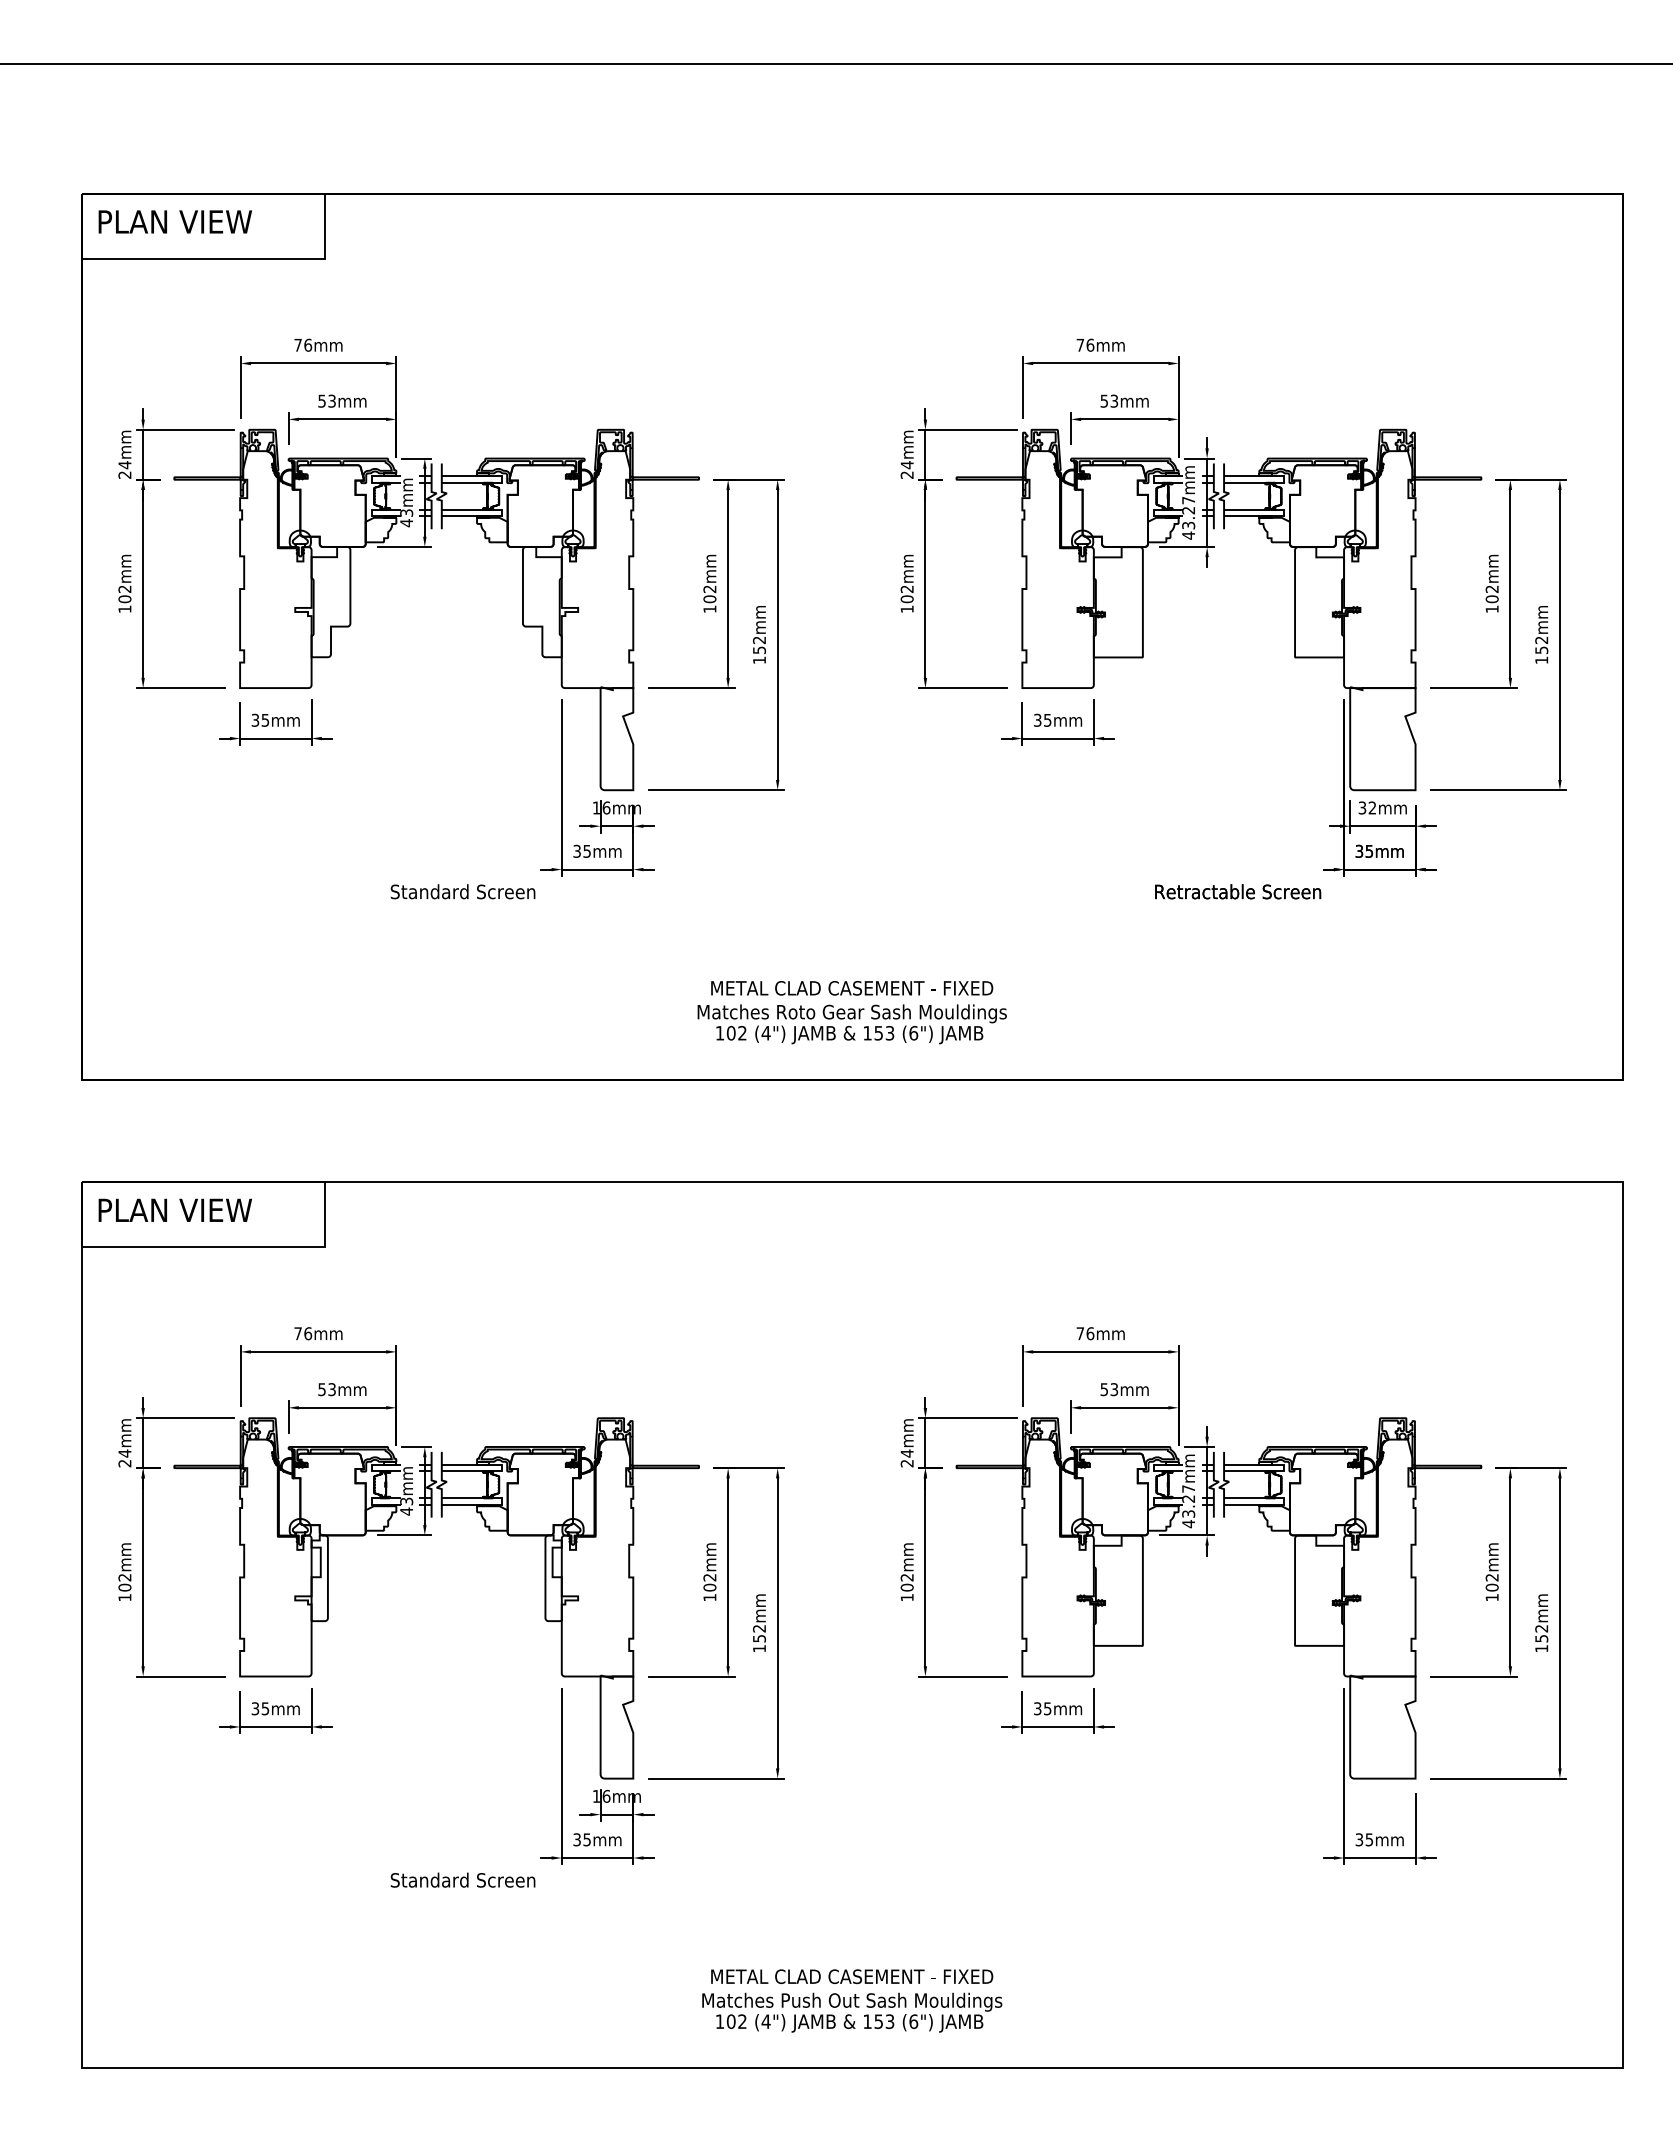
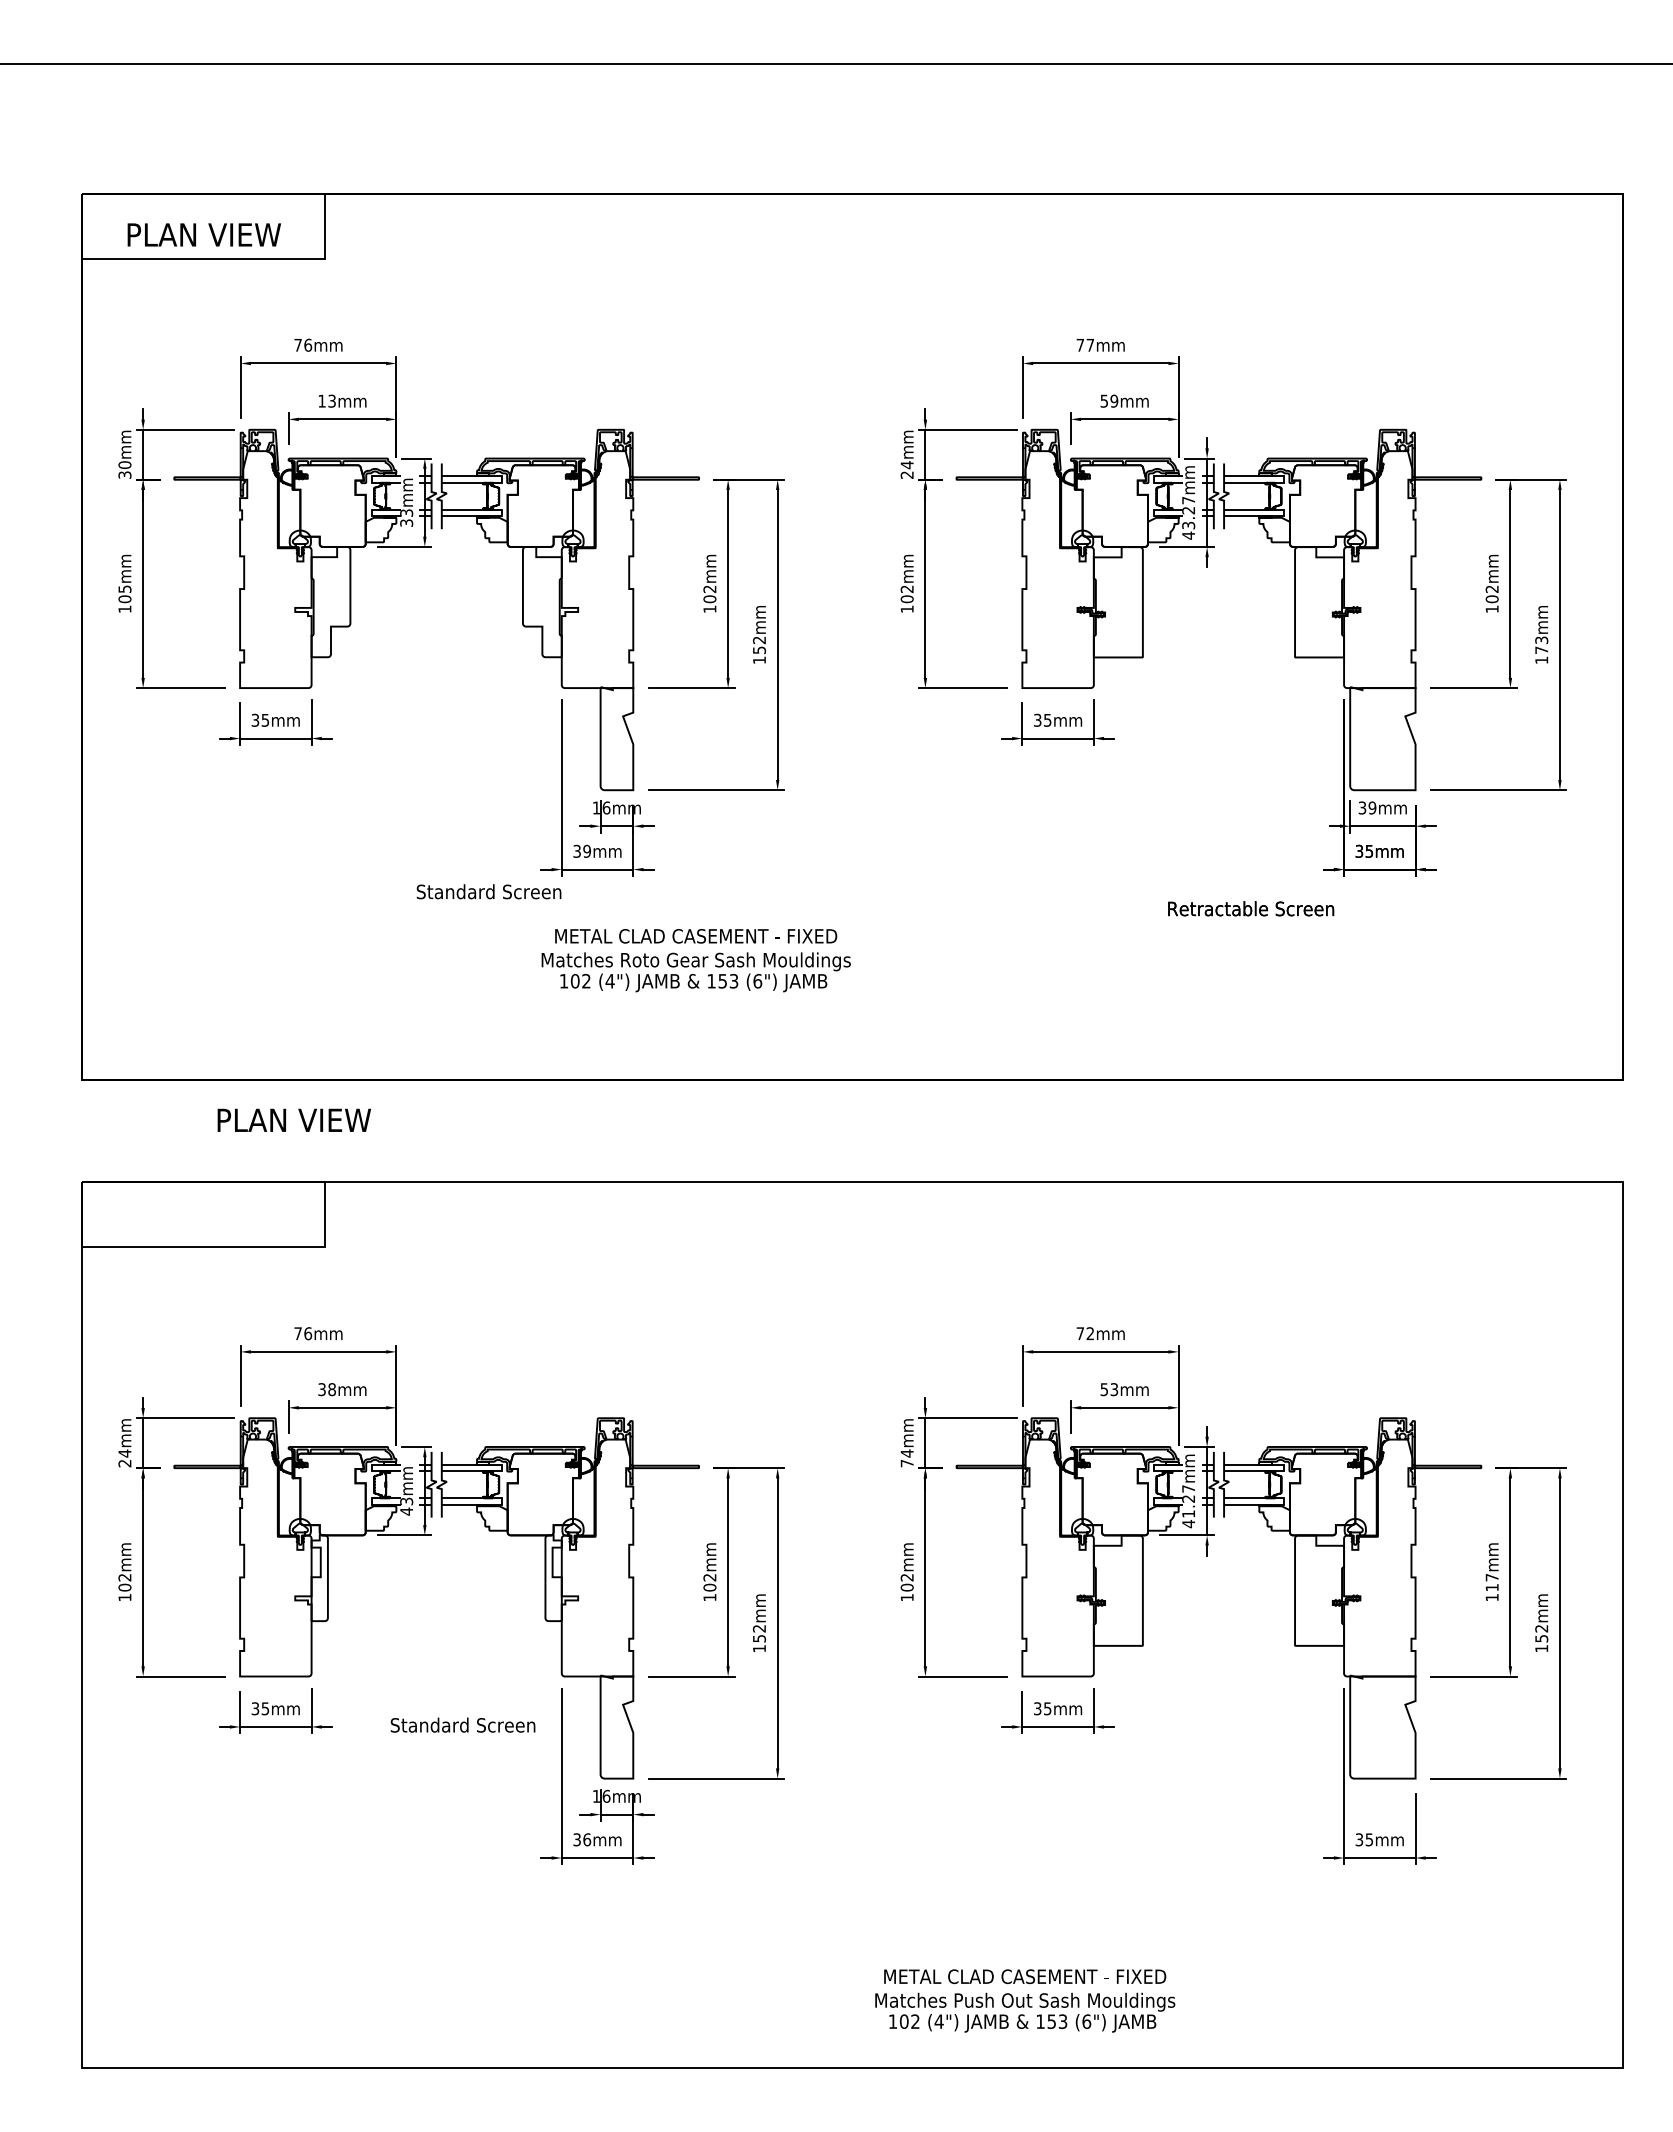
text at (174, 221) position: (174, 221) -> (203, 234)
text at (1090, 344): 76mm -> 77mm
text at (321, 400): 53mm -> 13mm
text at (1114, 400): 53mm -> 59mm
text at (124, 469): 24mm -> 30mm
text at (406, 523): 43mm -> 33mm
text at (124, 588): 102mm -> 105mm
text at (1541, 645): 152mm -> 173mm
text at (1372, 807): 32mm -> 39mm
text at (587, 850): 35mm -> 39mm
text at (462, 891) position: (462, 891) -> (488, 891)
text at (1238, 891) position: (1238, 891) -> (1251, 908)
text at (851, 1012) position: (851, 1012) -> (695, 960)
text at (174, 1209) position: (174, 1209) -> (293, 1119)
text at (1090, 1333): 76mm -> 72mm
text at (326, 1389): 53mm -> 38mm
text at (906, 1463): 24mm -> 74mm
text at (1188, 1513): 43.27mm -> 41.27mm
text at (1491, 1582): 102mm -> 117mm
text at (587, 1839): 35mm -> 36mm
text at (462, 1879) position: (462, 1879) -> (462, 1724)
text at (852, 2000) position: (852, 2000) -> (1025, 2000)
